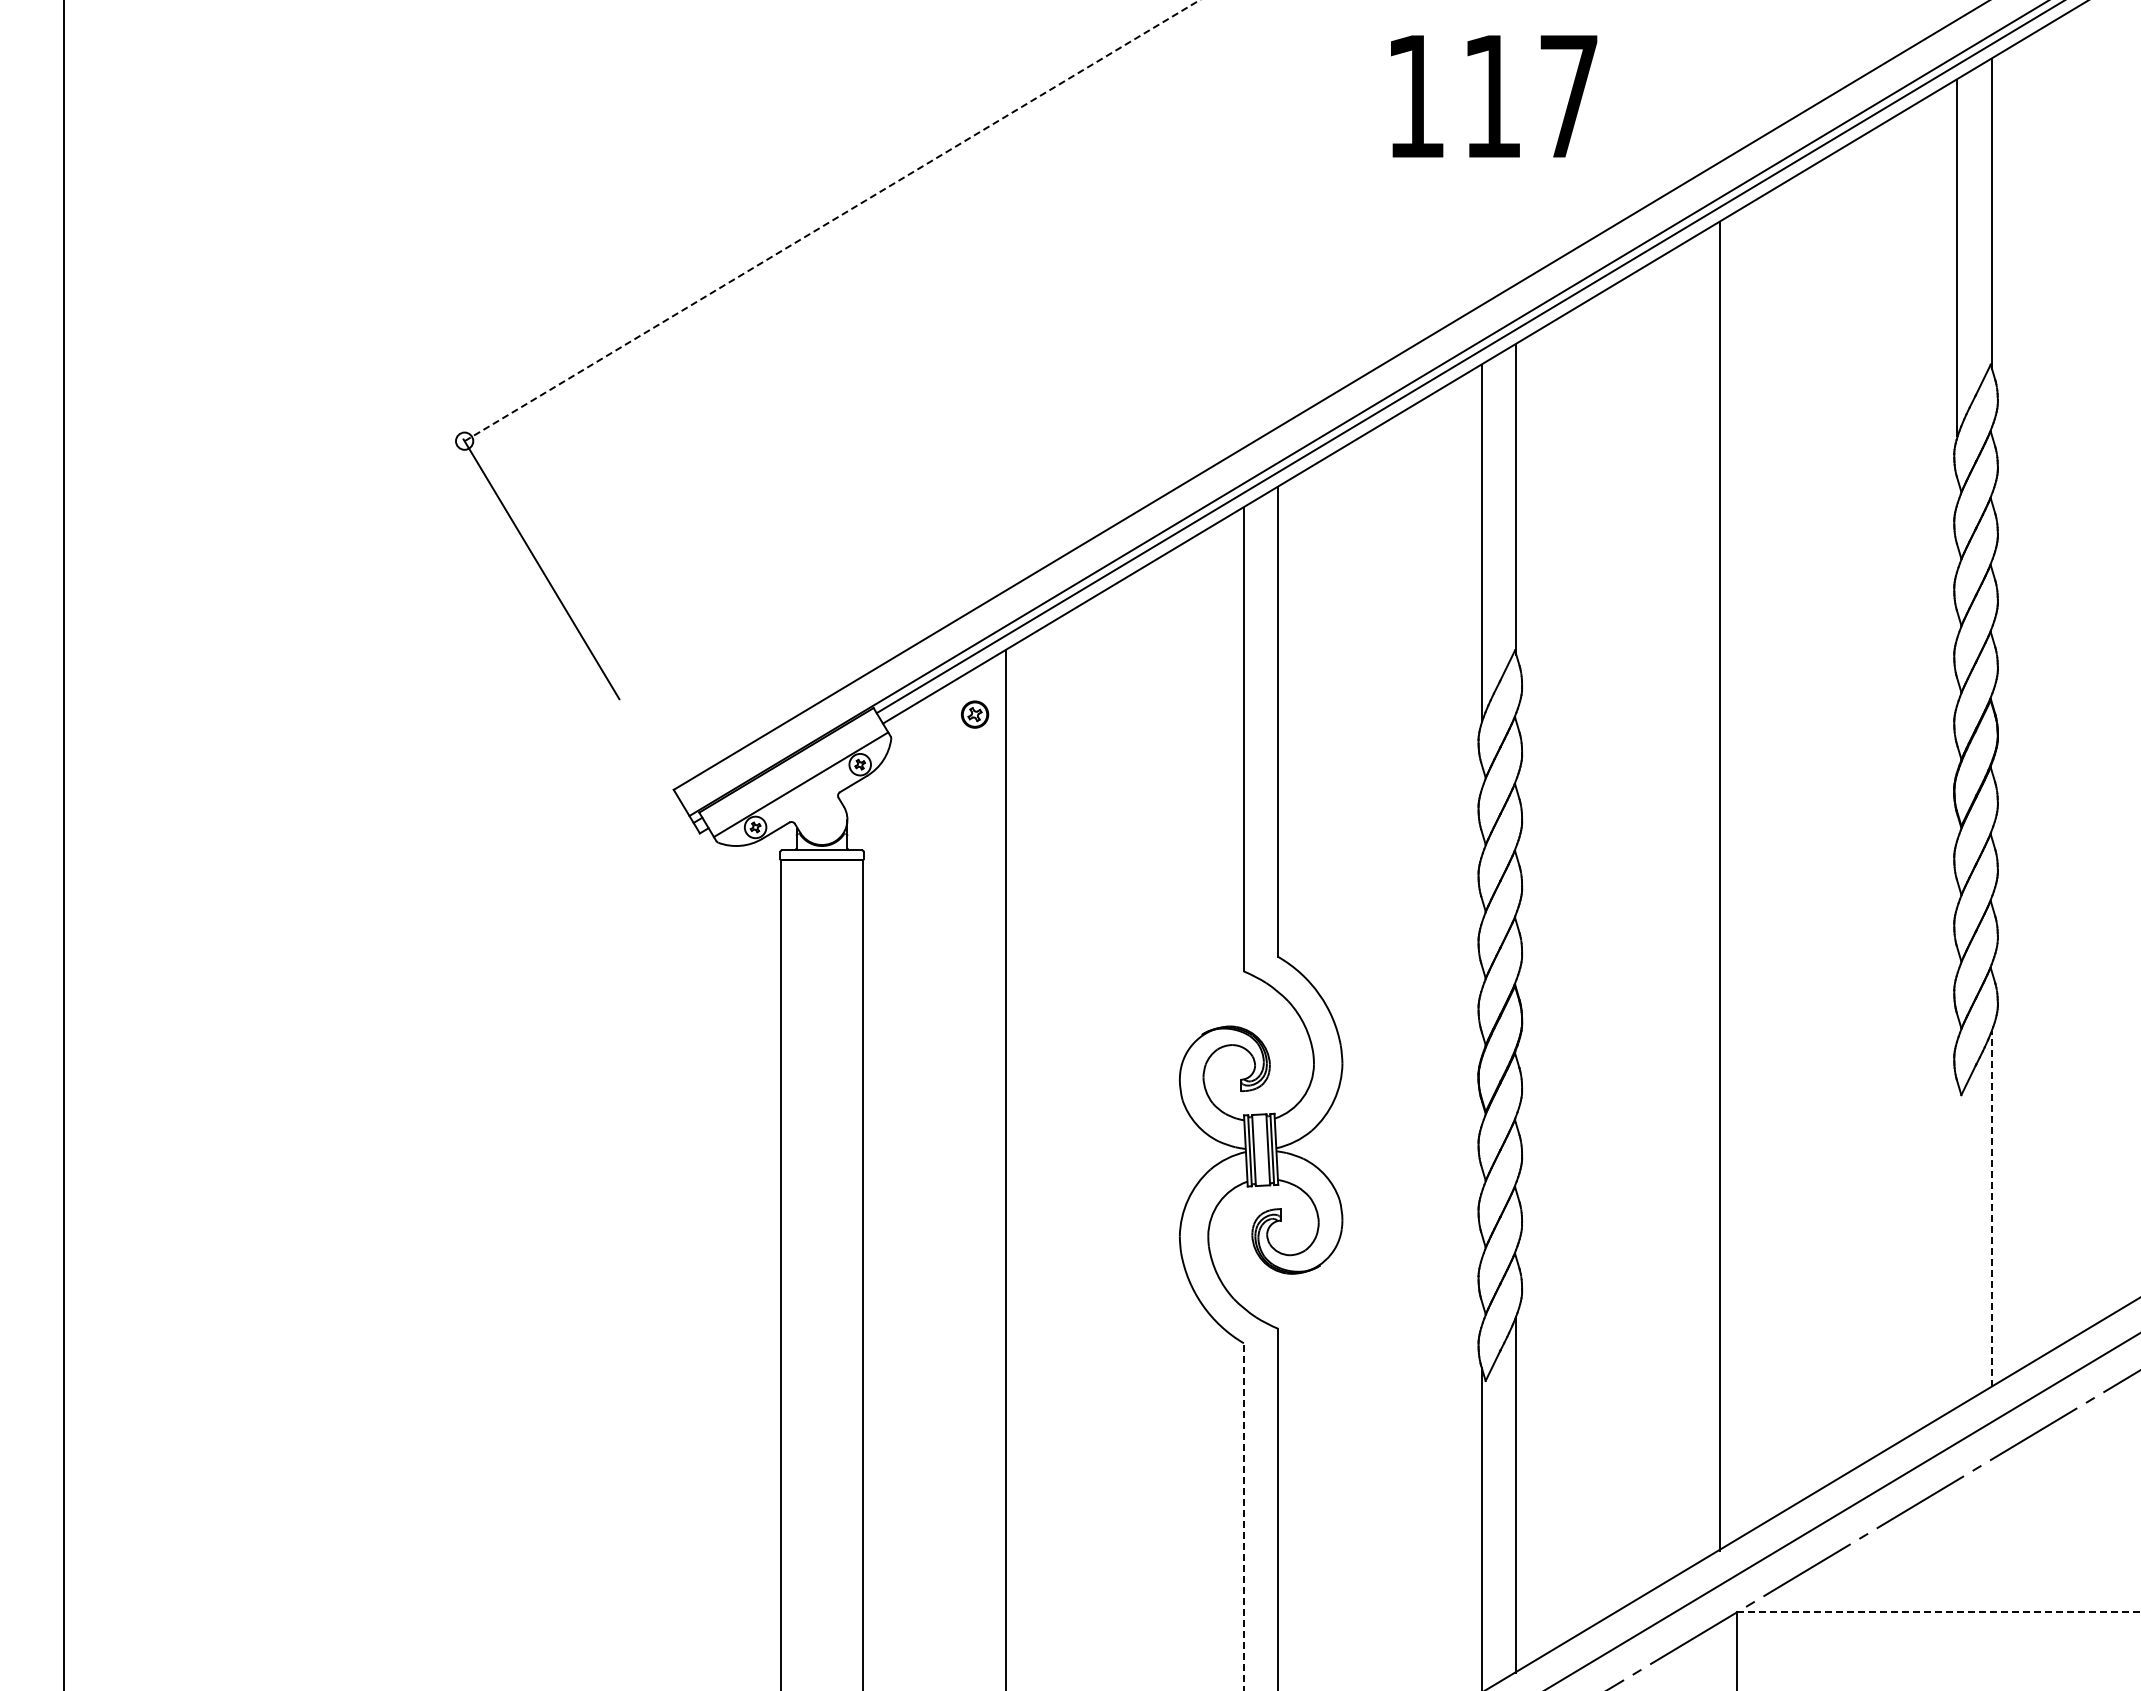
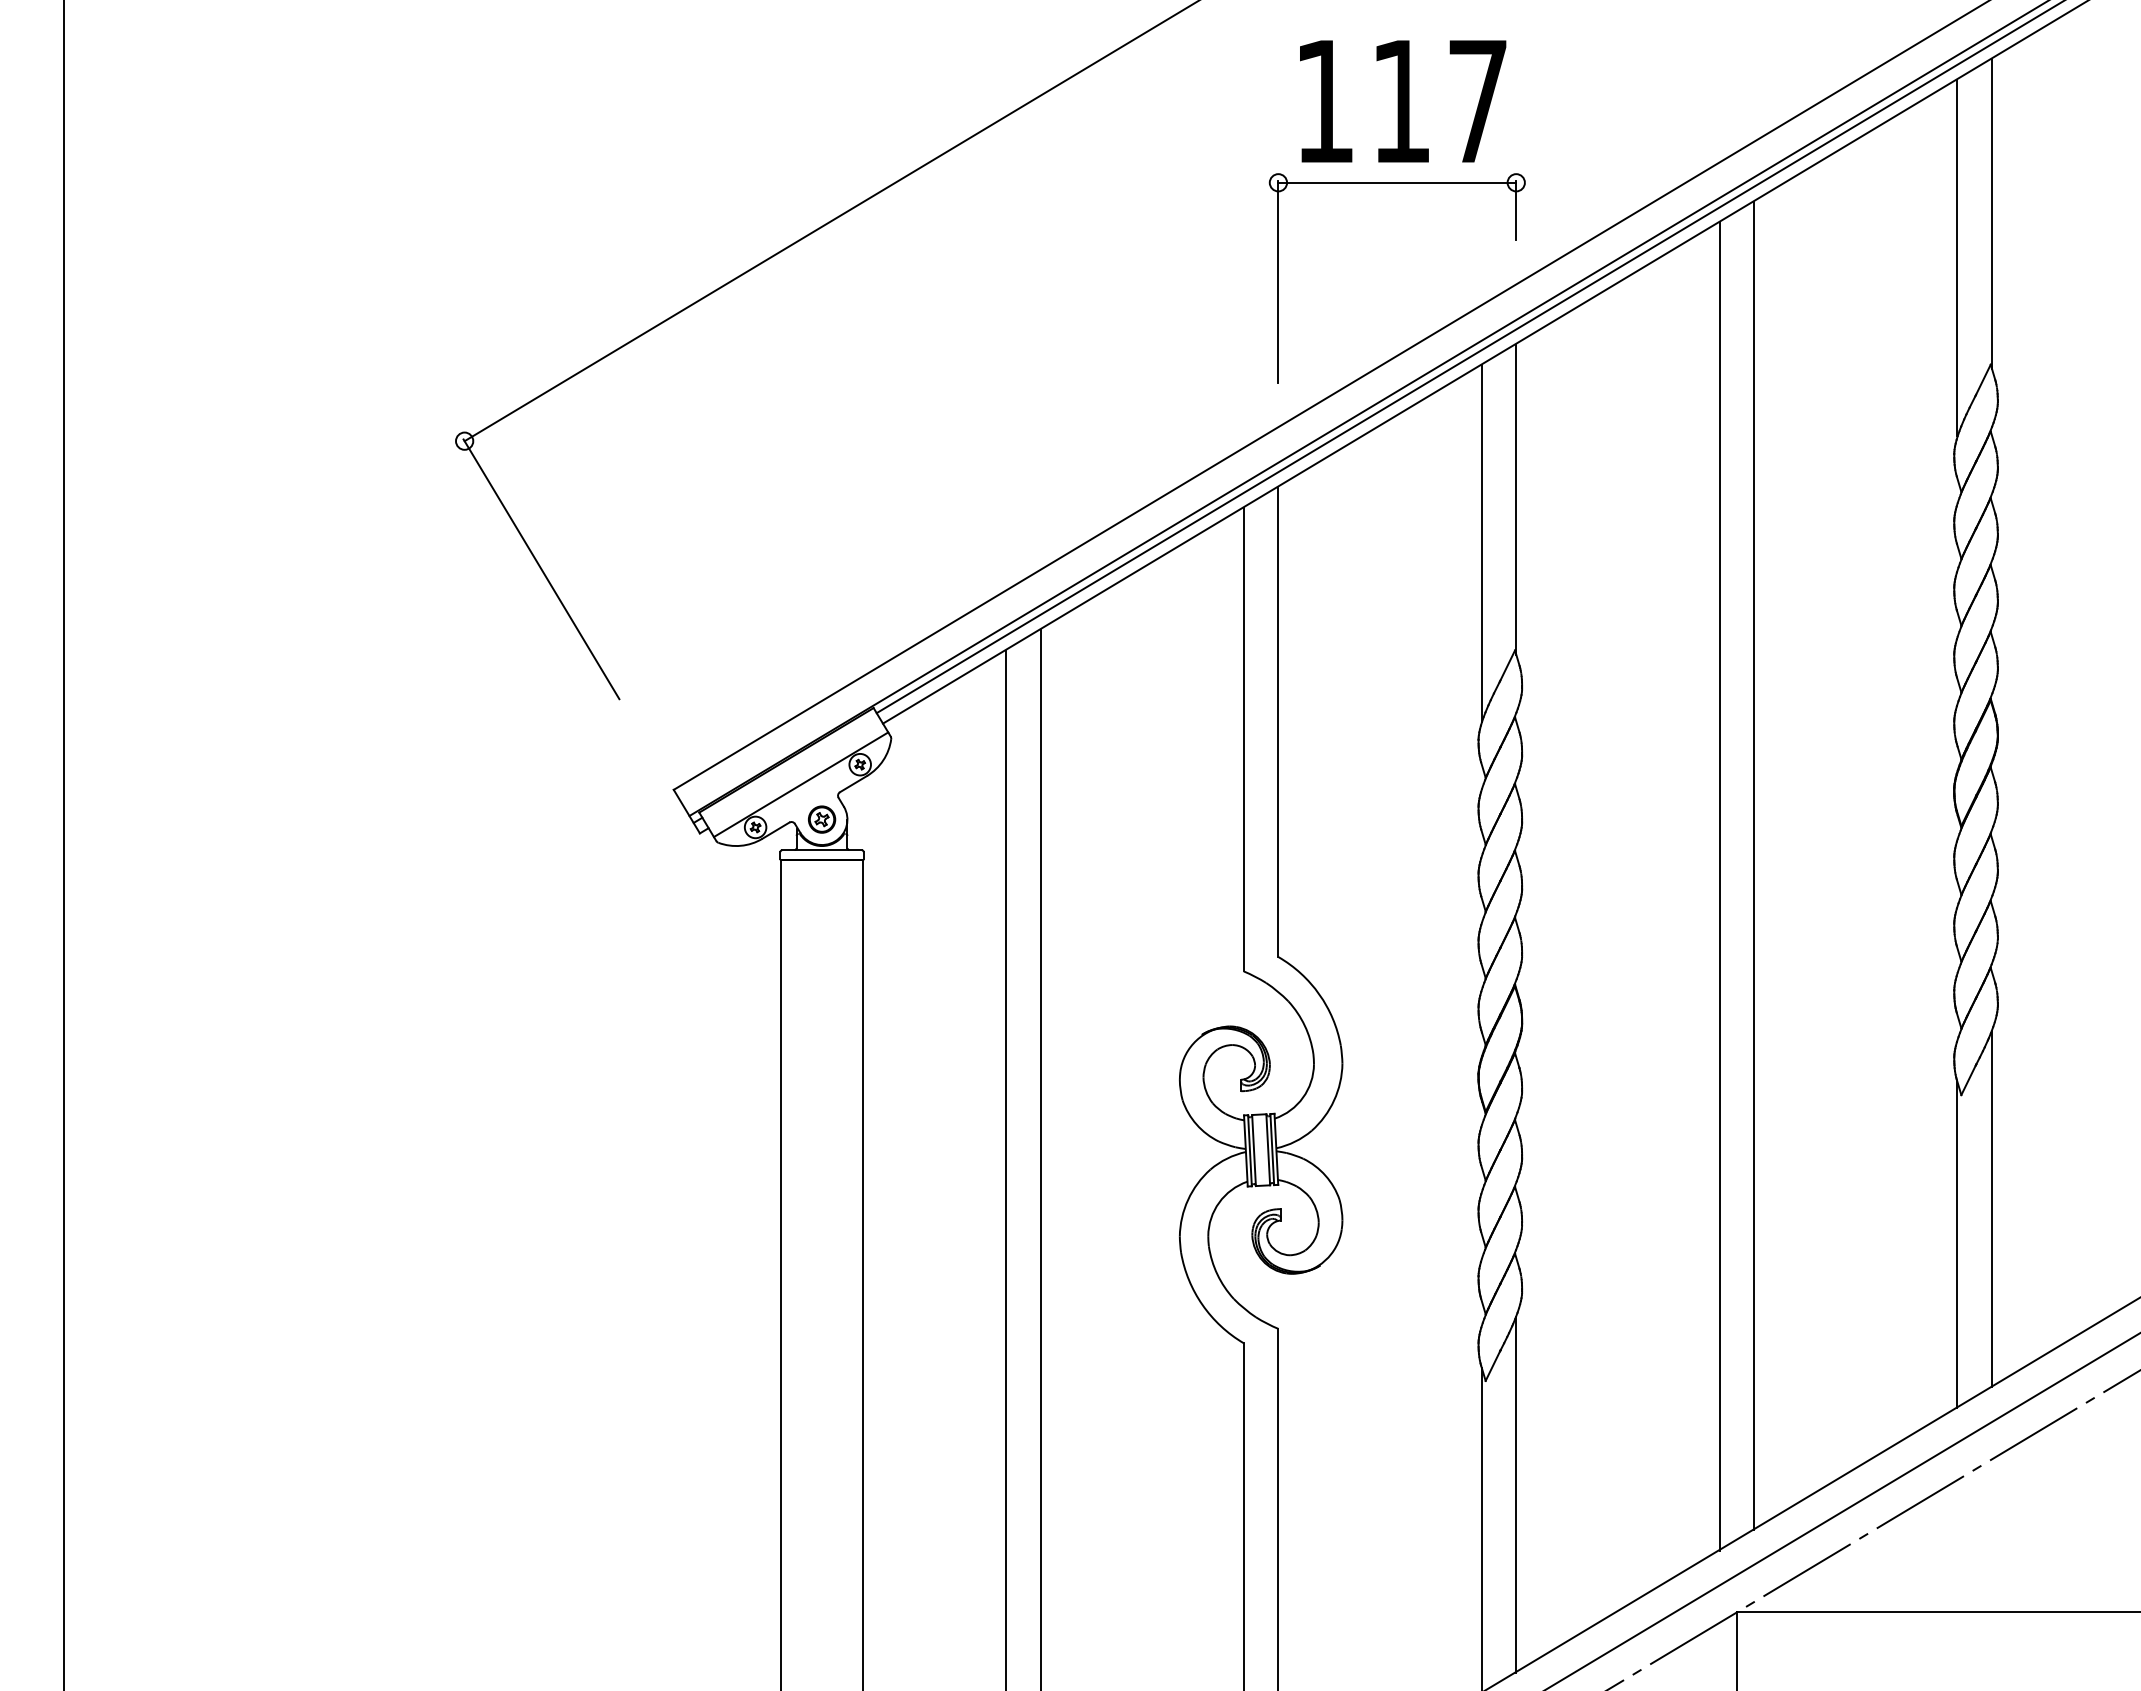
text at (1494, 96) position: (1494, 96) -> (1403, 101)
part at (1396, 183): none -> present
line at (832, 220): dashed -> solid
part at (975, 714) position: (975, 714) -> (822, 819)
line at (1754, 865): none -> present
line at (1040, 1158): none -> present
line at (1991, 1209): dashed -> solid
line at (1957, 1244): none -> present
line at (1243, 1517): dashed -> solid
line at (1938, 1612): dashed -> solid
